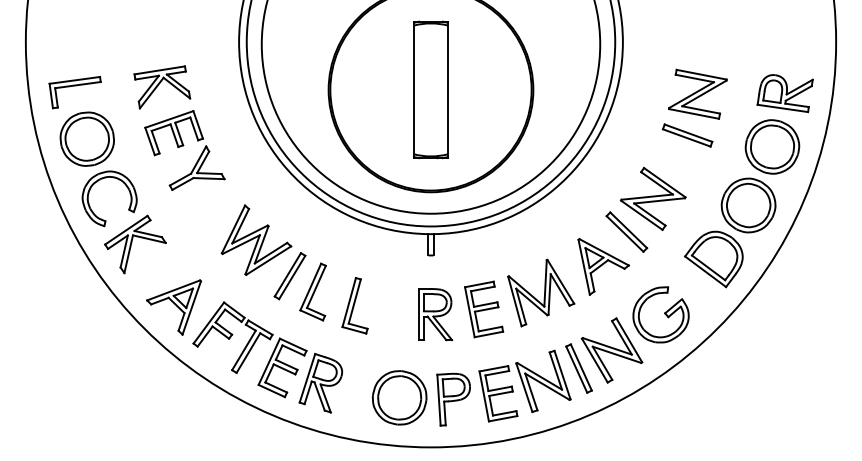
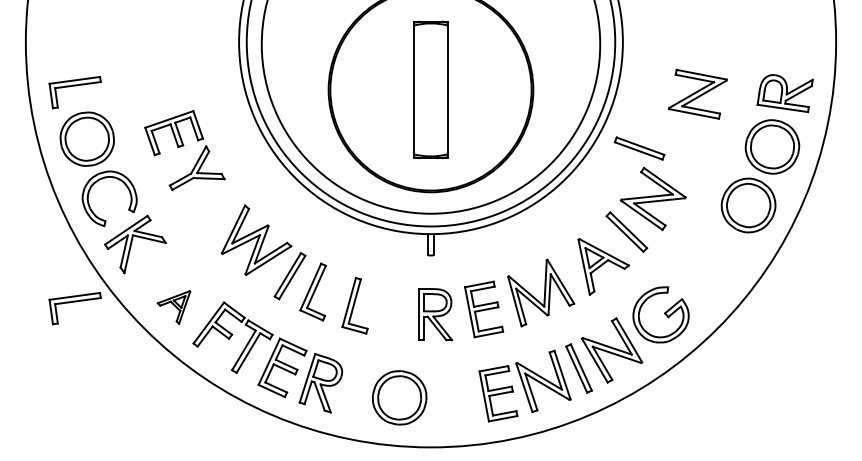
part at (162, 87): present -> none
part at (687, 135) position: (687, 135) -> (639, 148)
part at (713, 259): present -> none
part at (173, 307) size: 56x57 px -> 36x35 px
part at (74, 308): none -> present
part at (453, 399): present -> none
